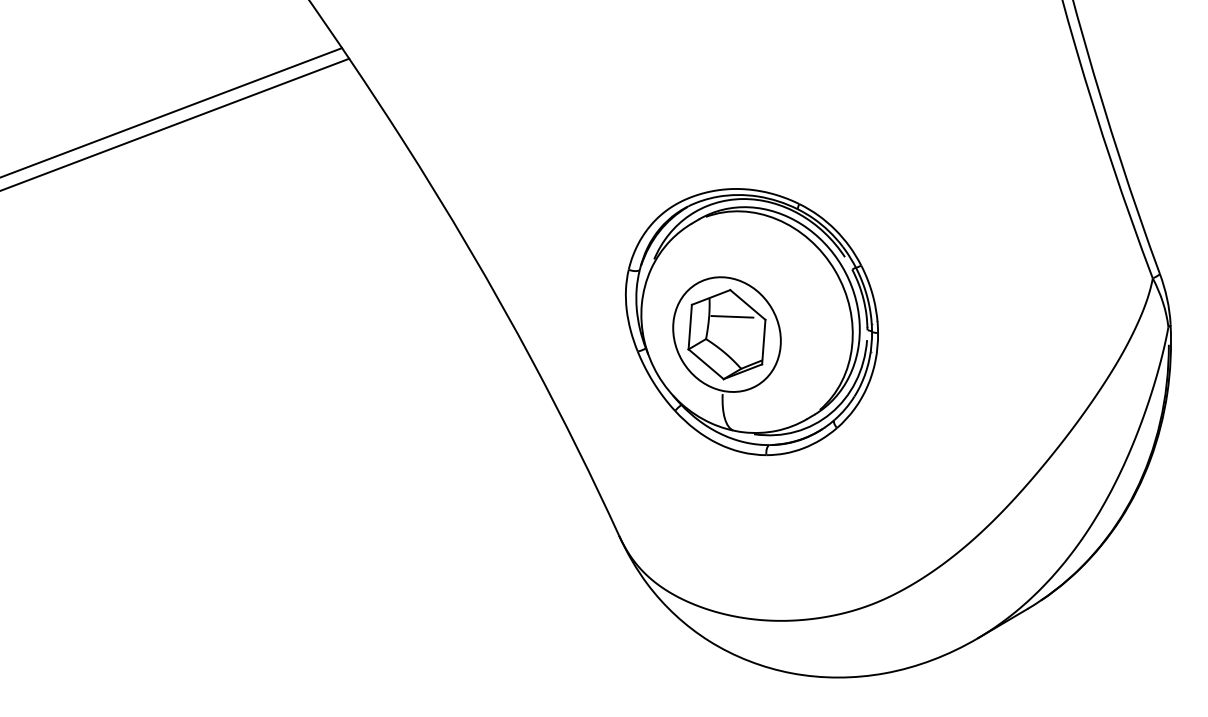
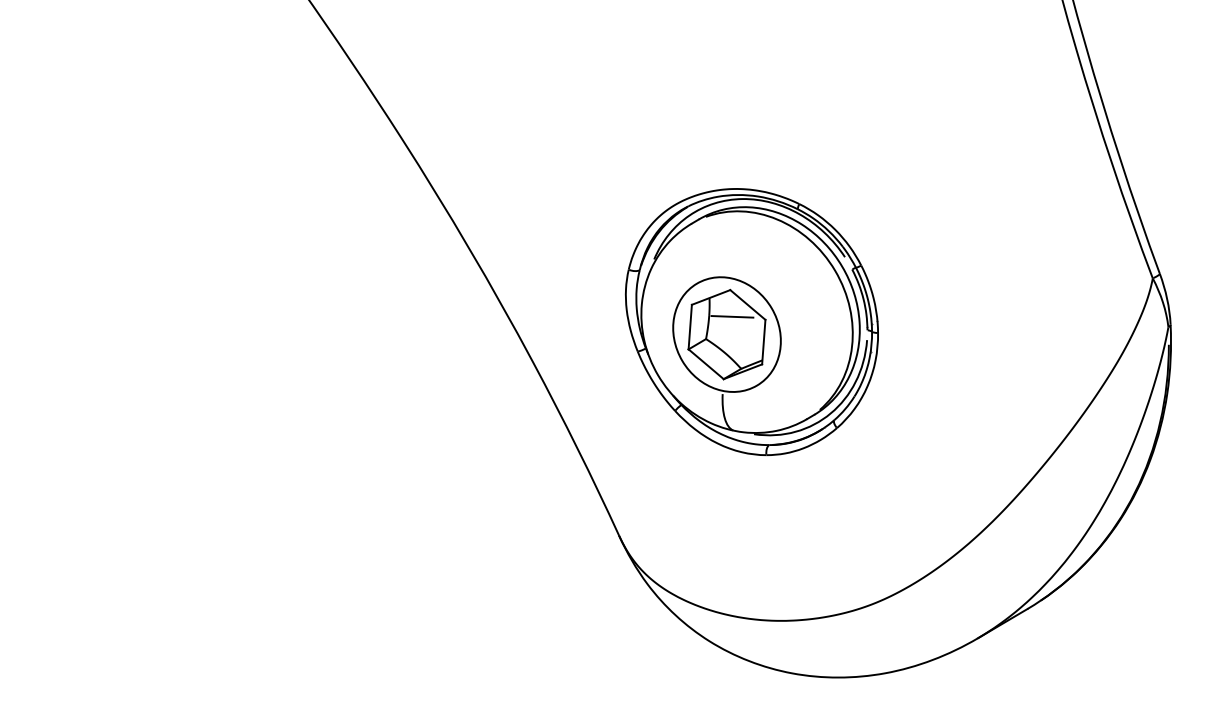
line at (172, 112): present -> none
line at (175, 124): present -> none
